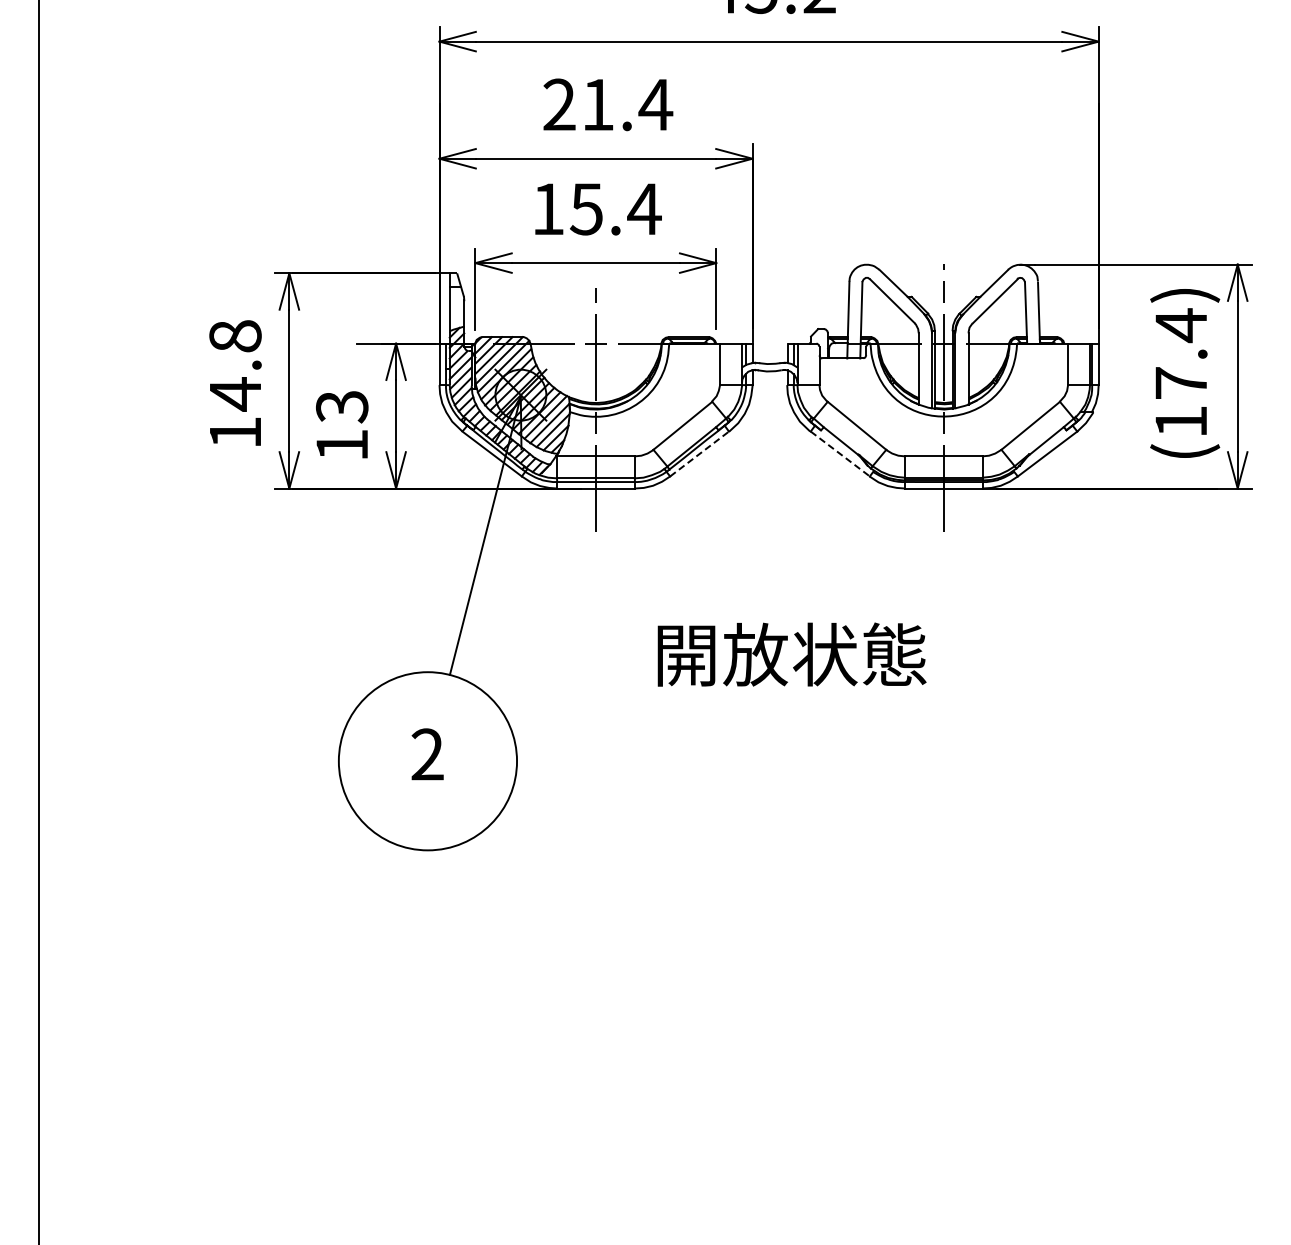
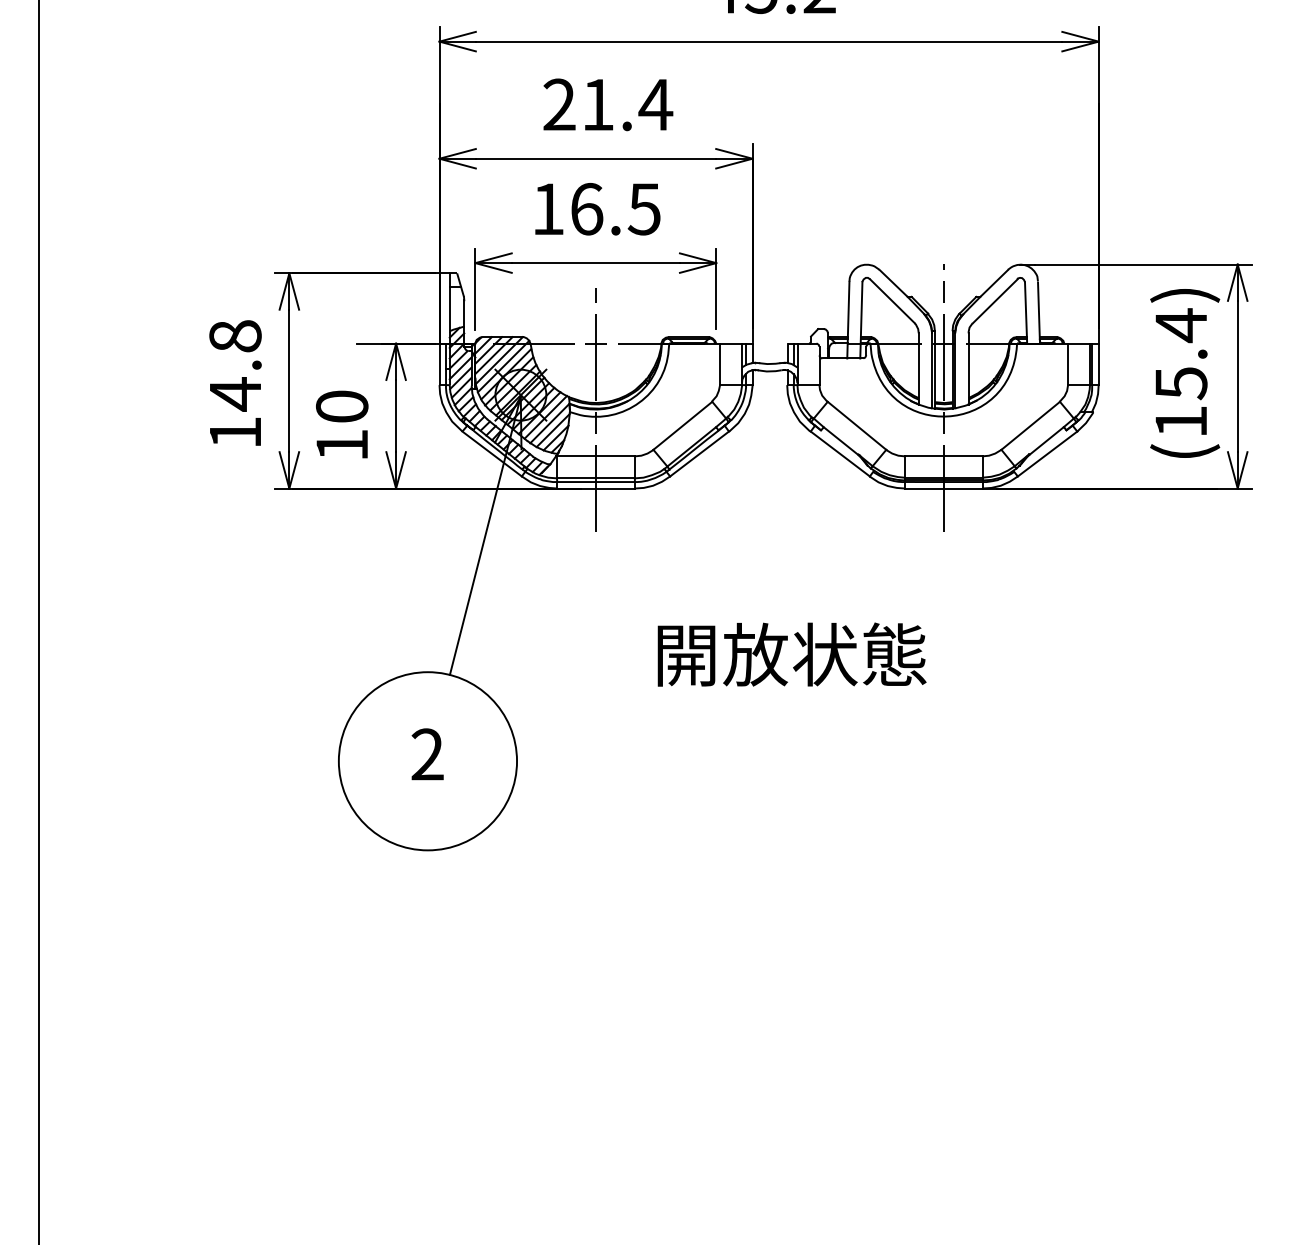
text at (615, 208): 15.4 -> 16.5
text at (1181, 383): (17.4) -> (15.4)
text at (342, 406): 13 -> 10
line at (699, 453): dashed -> solid
line at (840, 454): dashed -> solid
